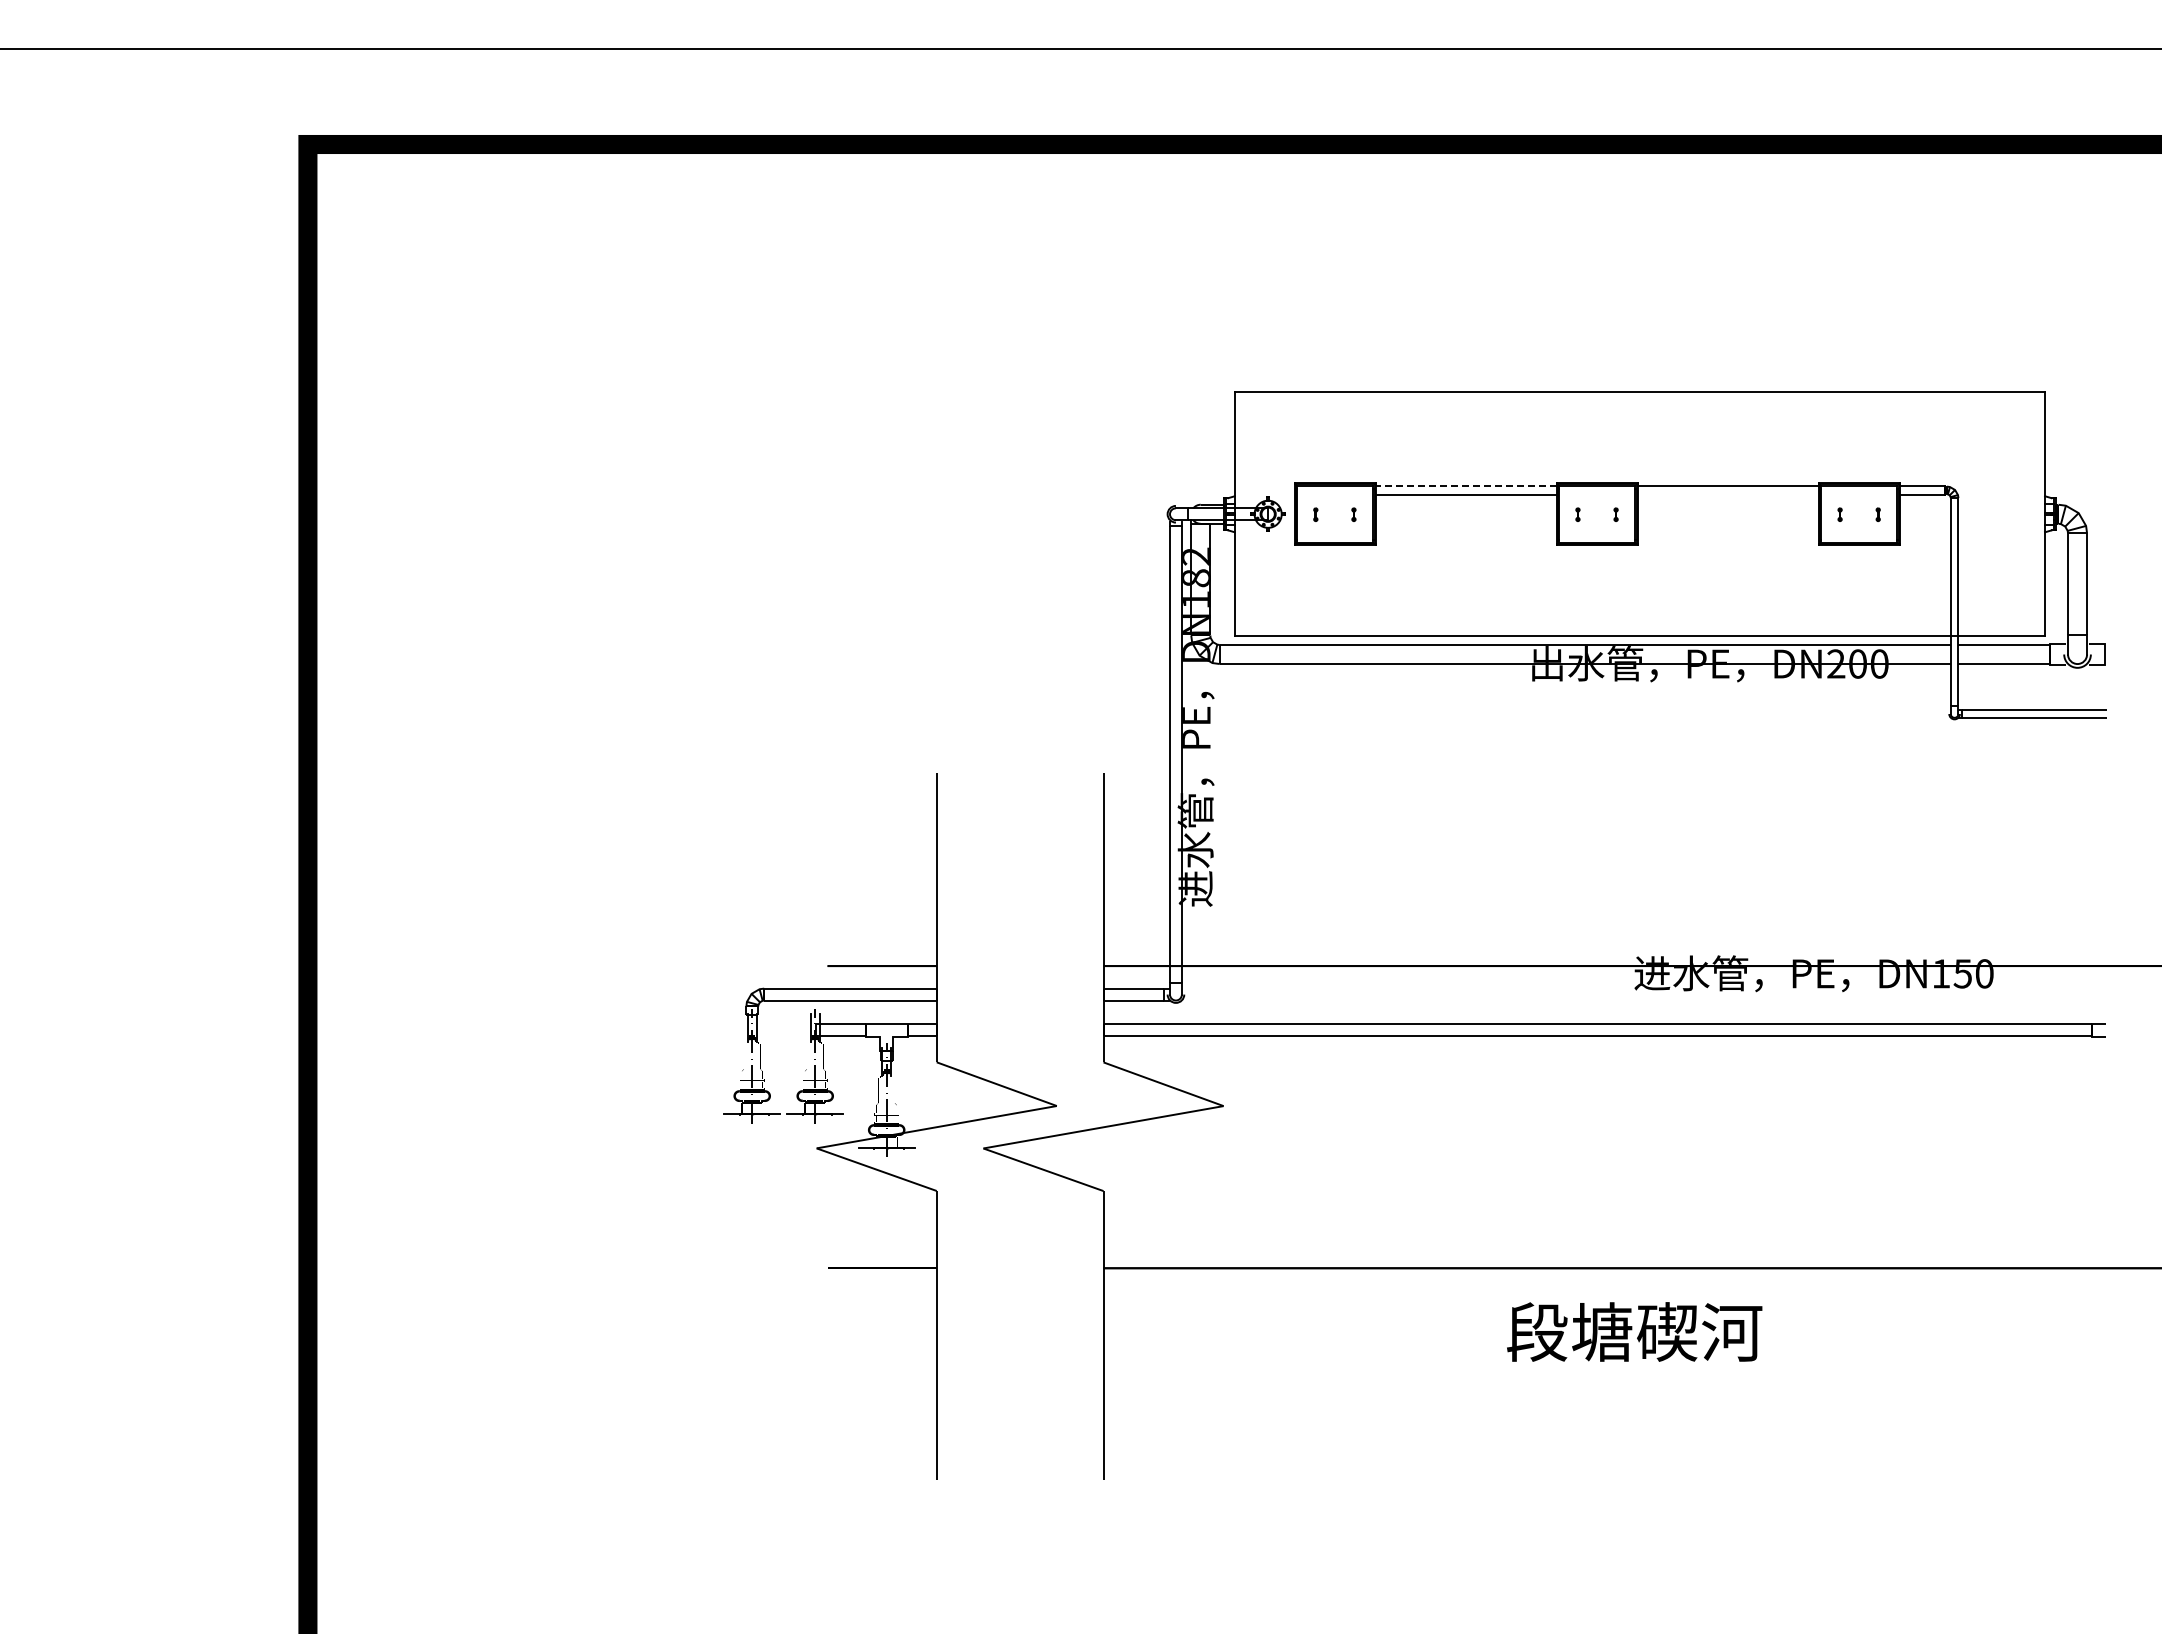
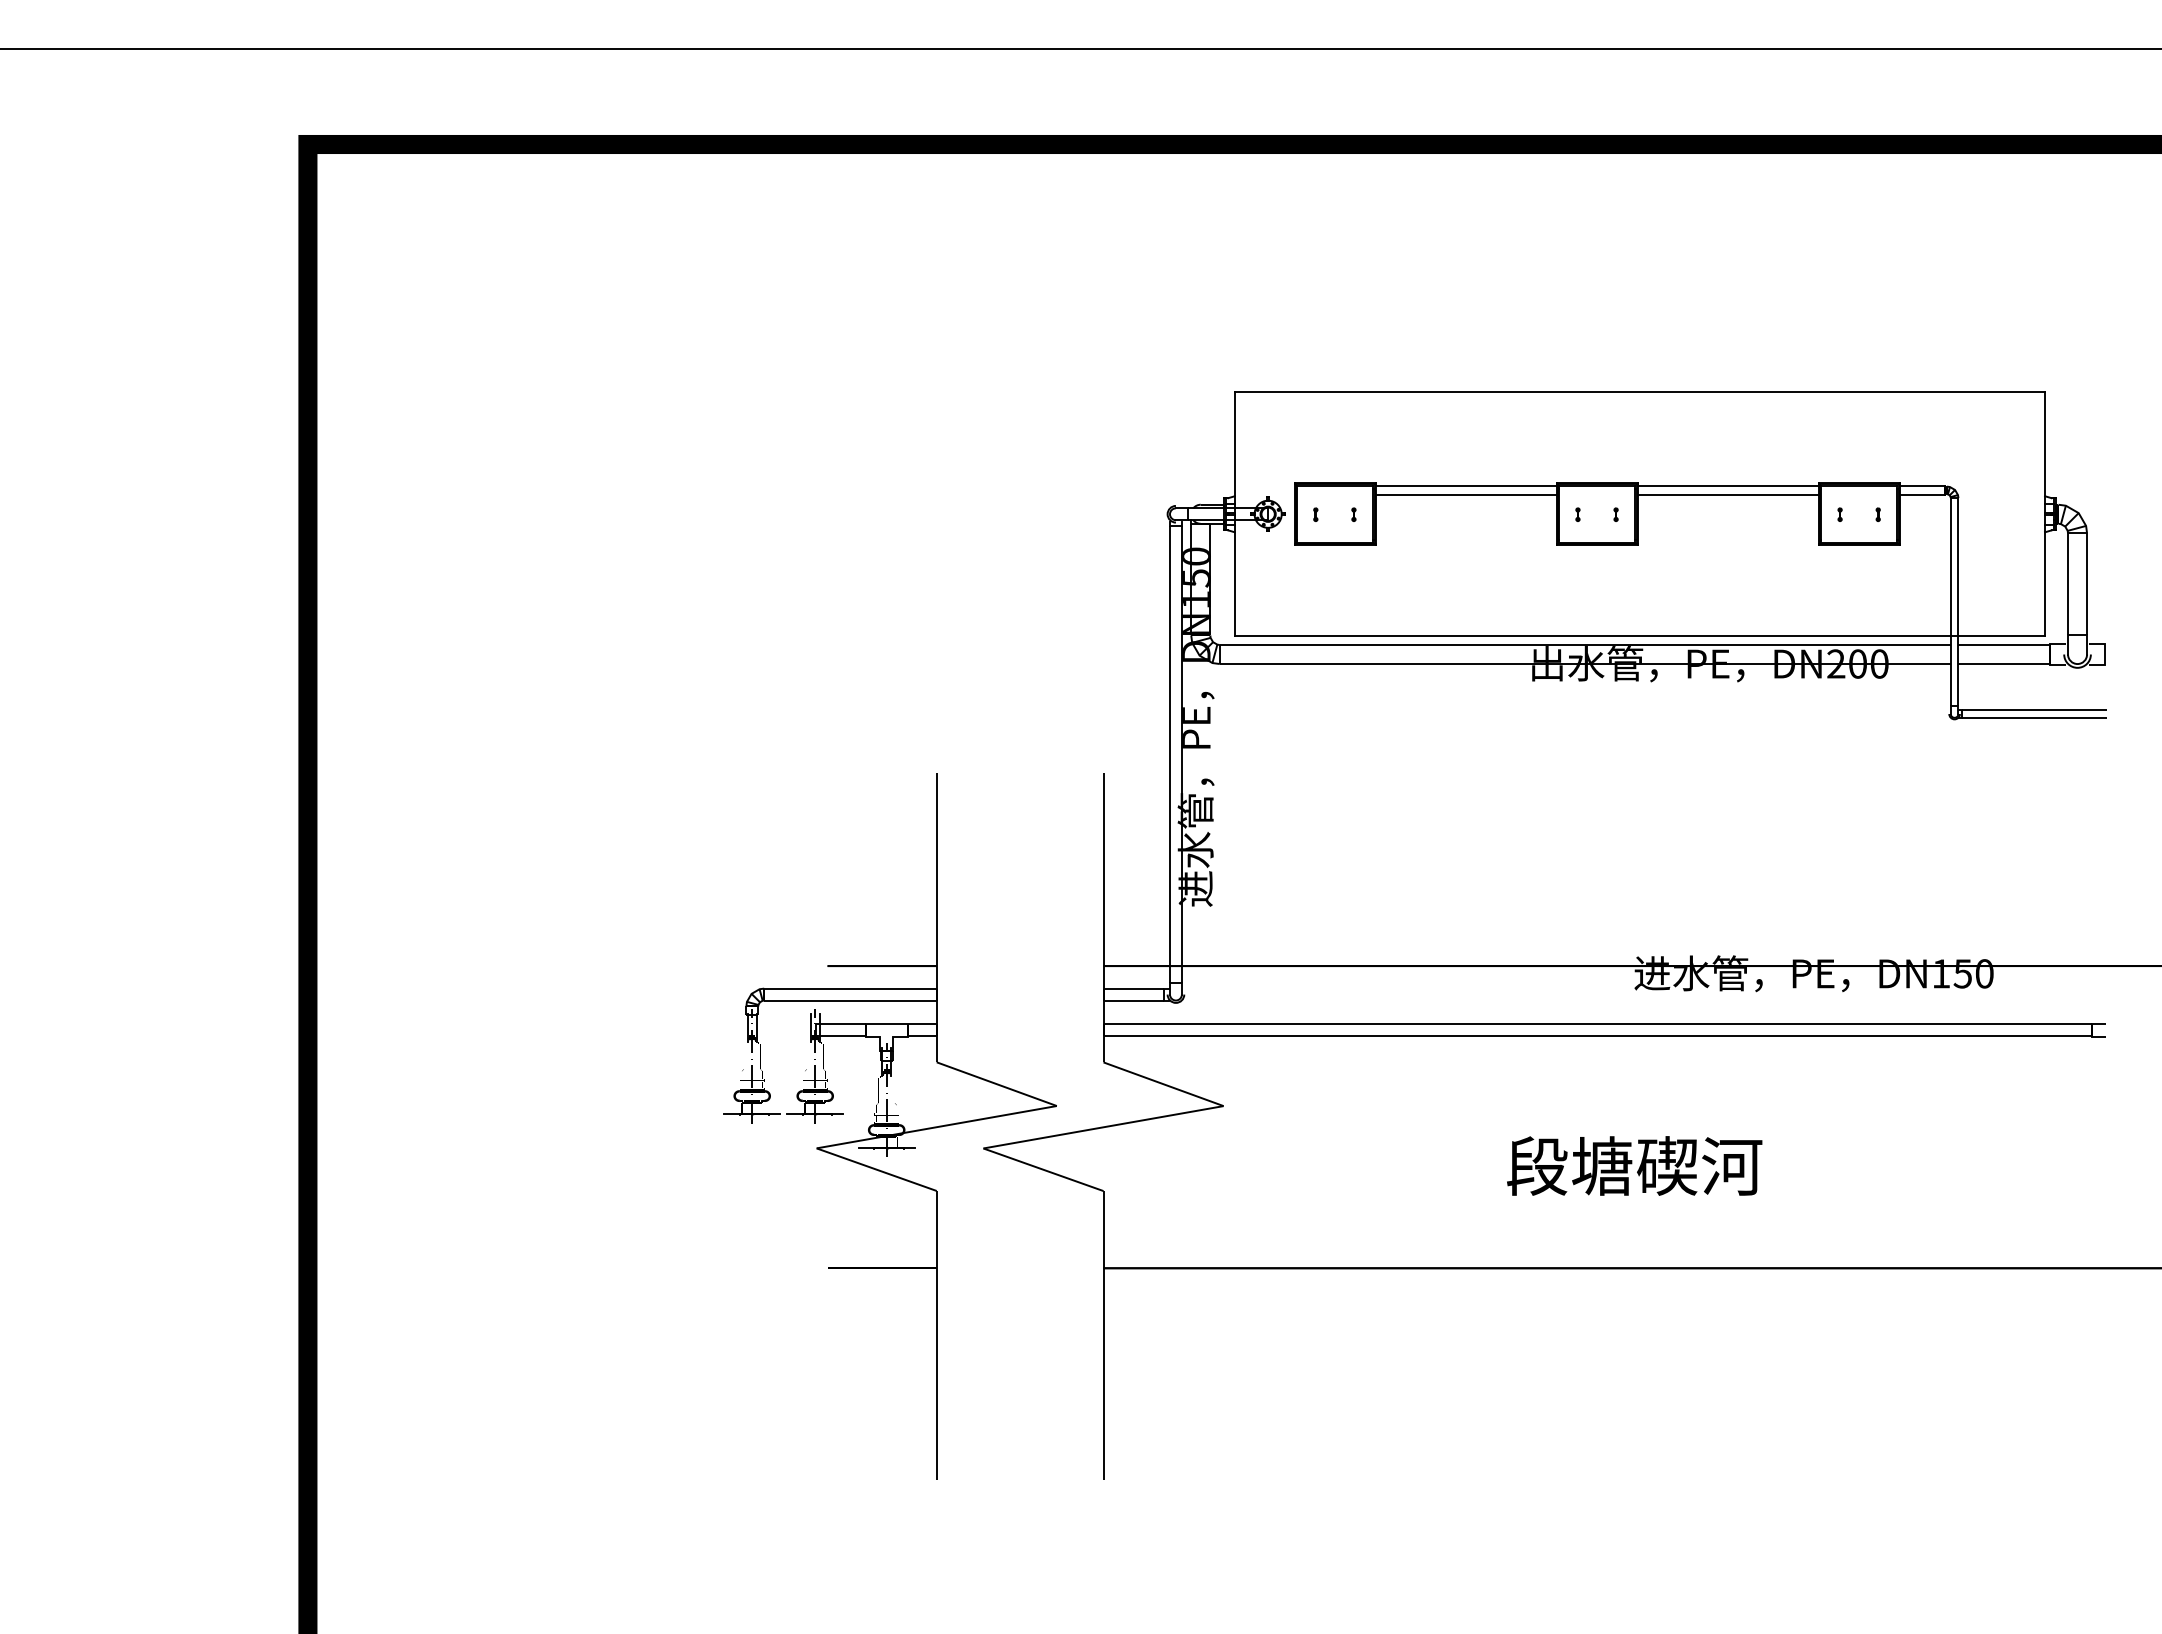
line at (1466, 486): dashed -> solid
line at (1728, 494): none -> present
text at (1195, 567): DN182 -> DN150
text at (1634, 1331) position: (1634, 1331) -> (1634, 1165)
